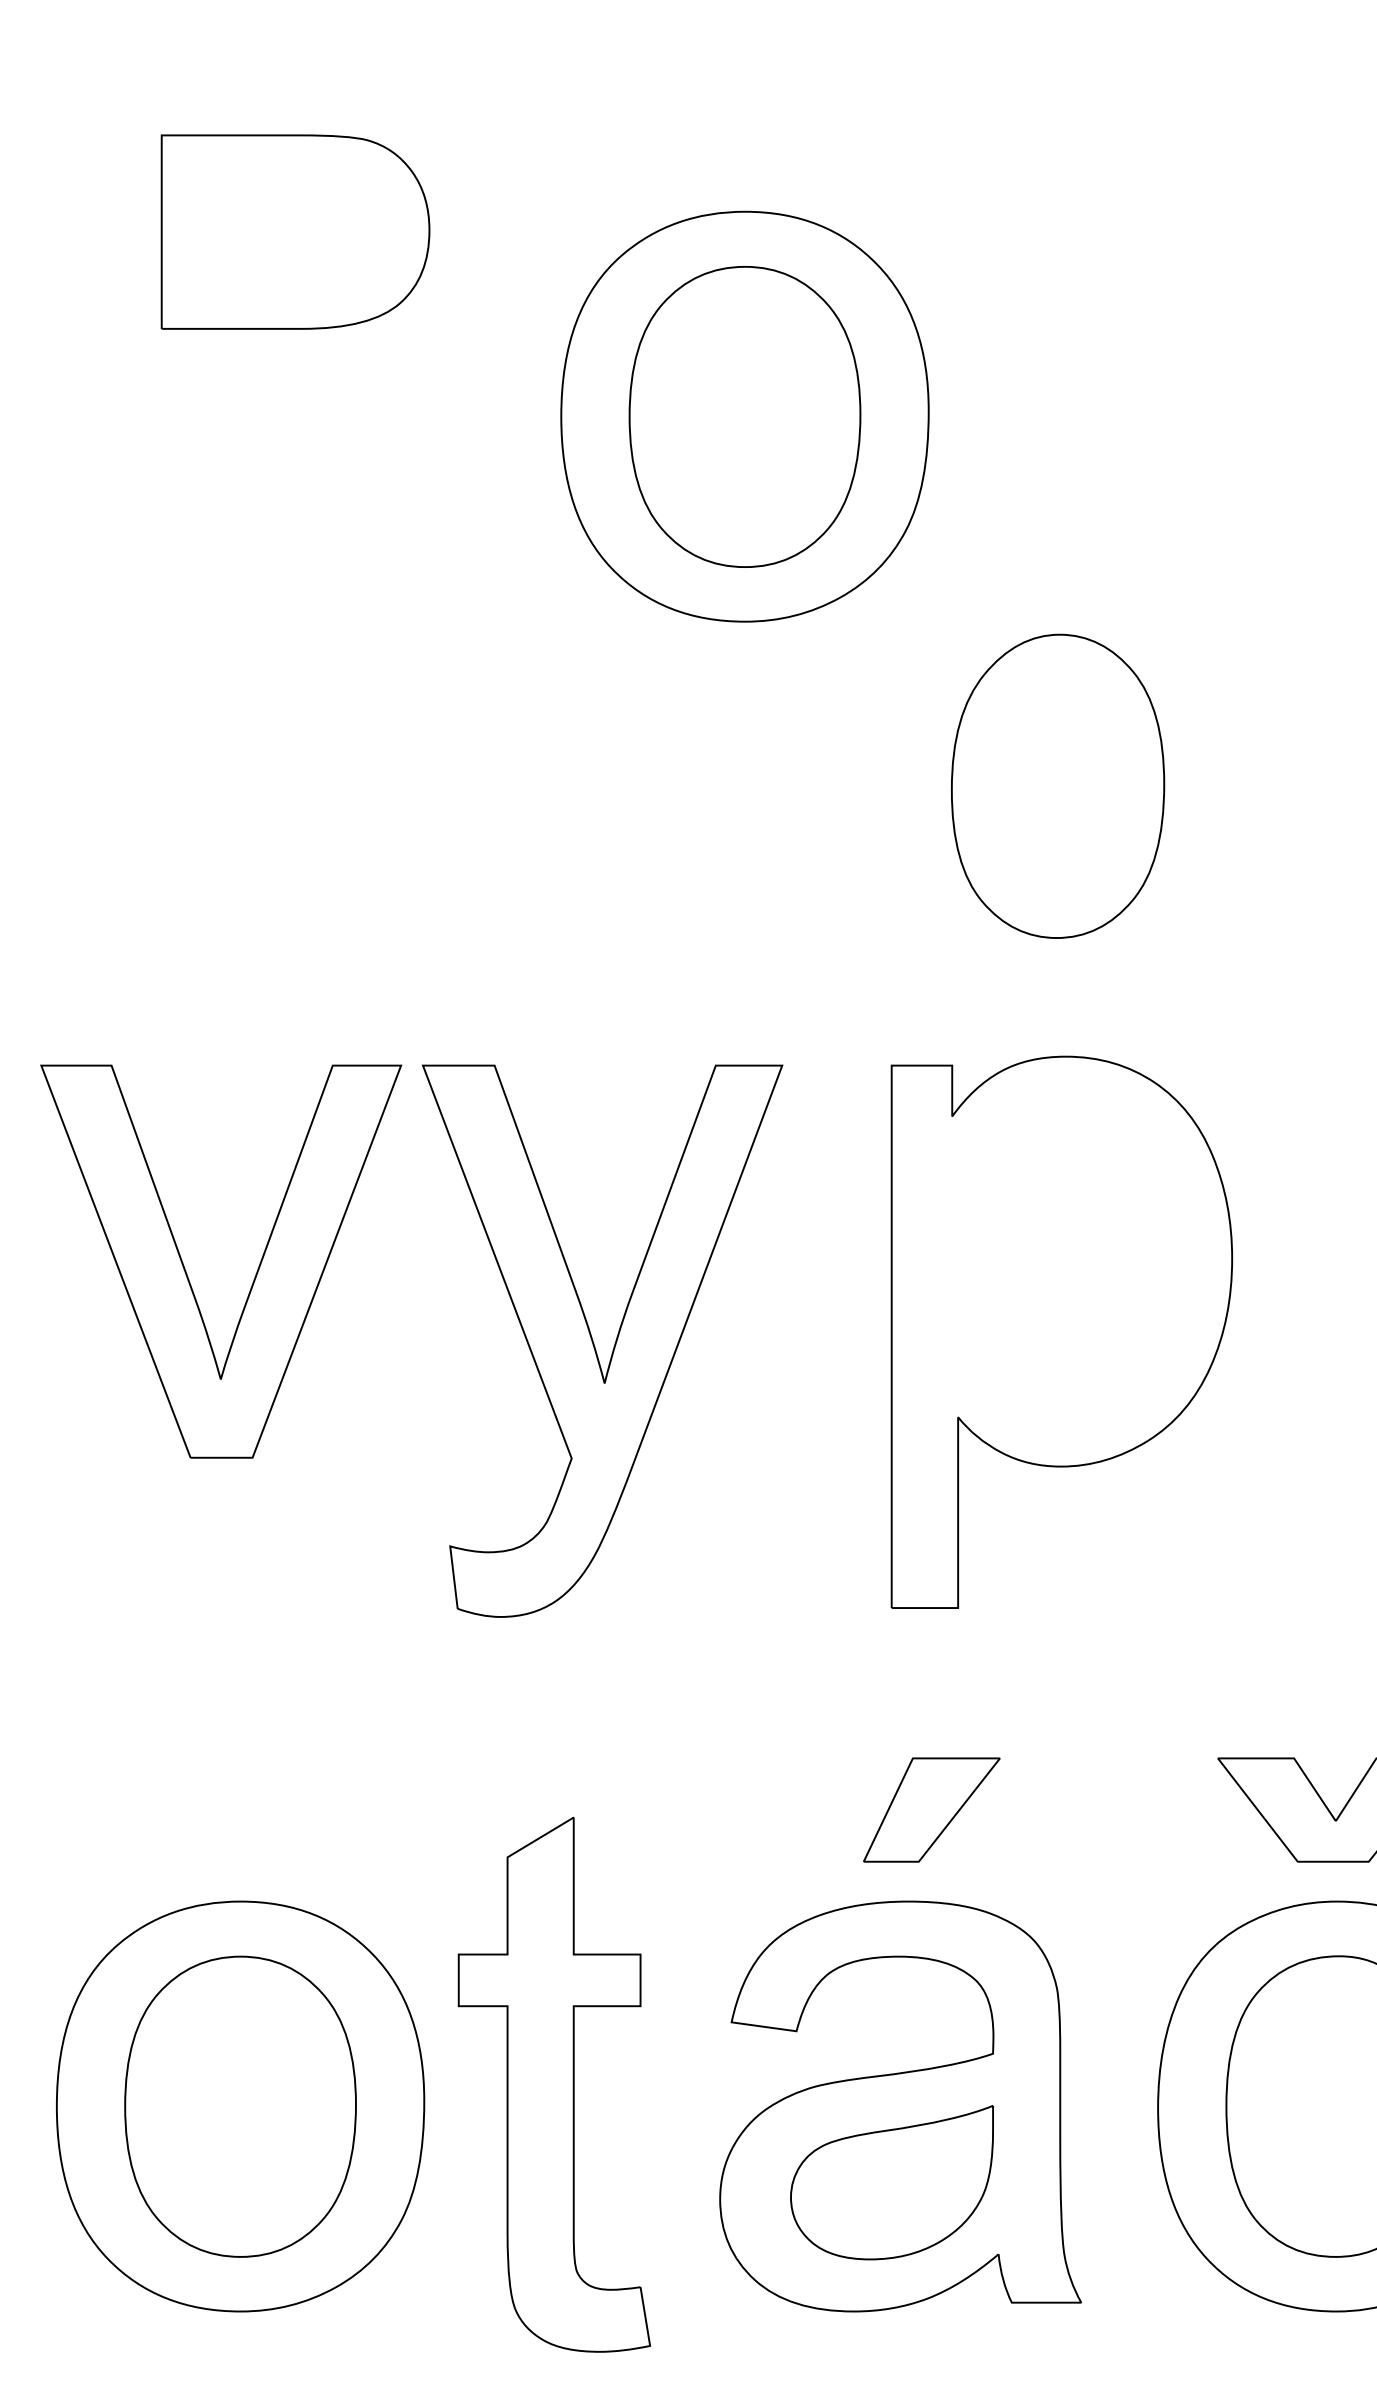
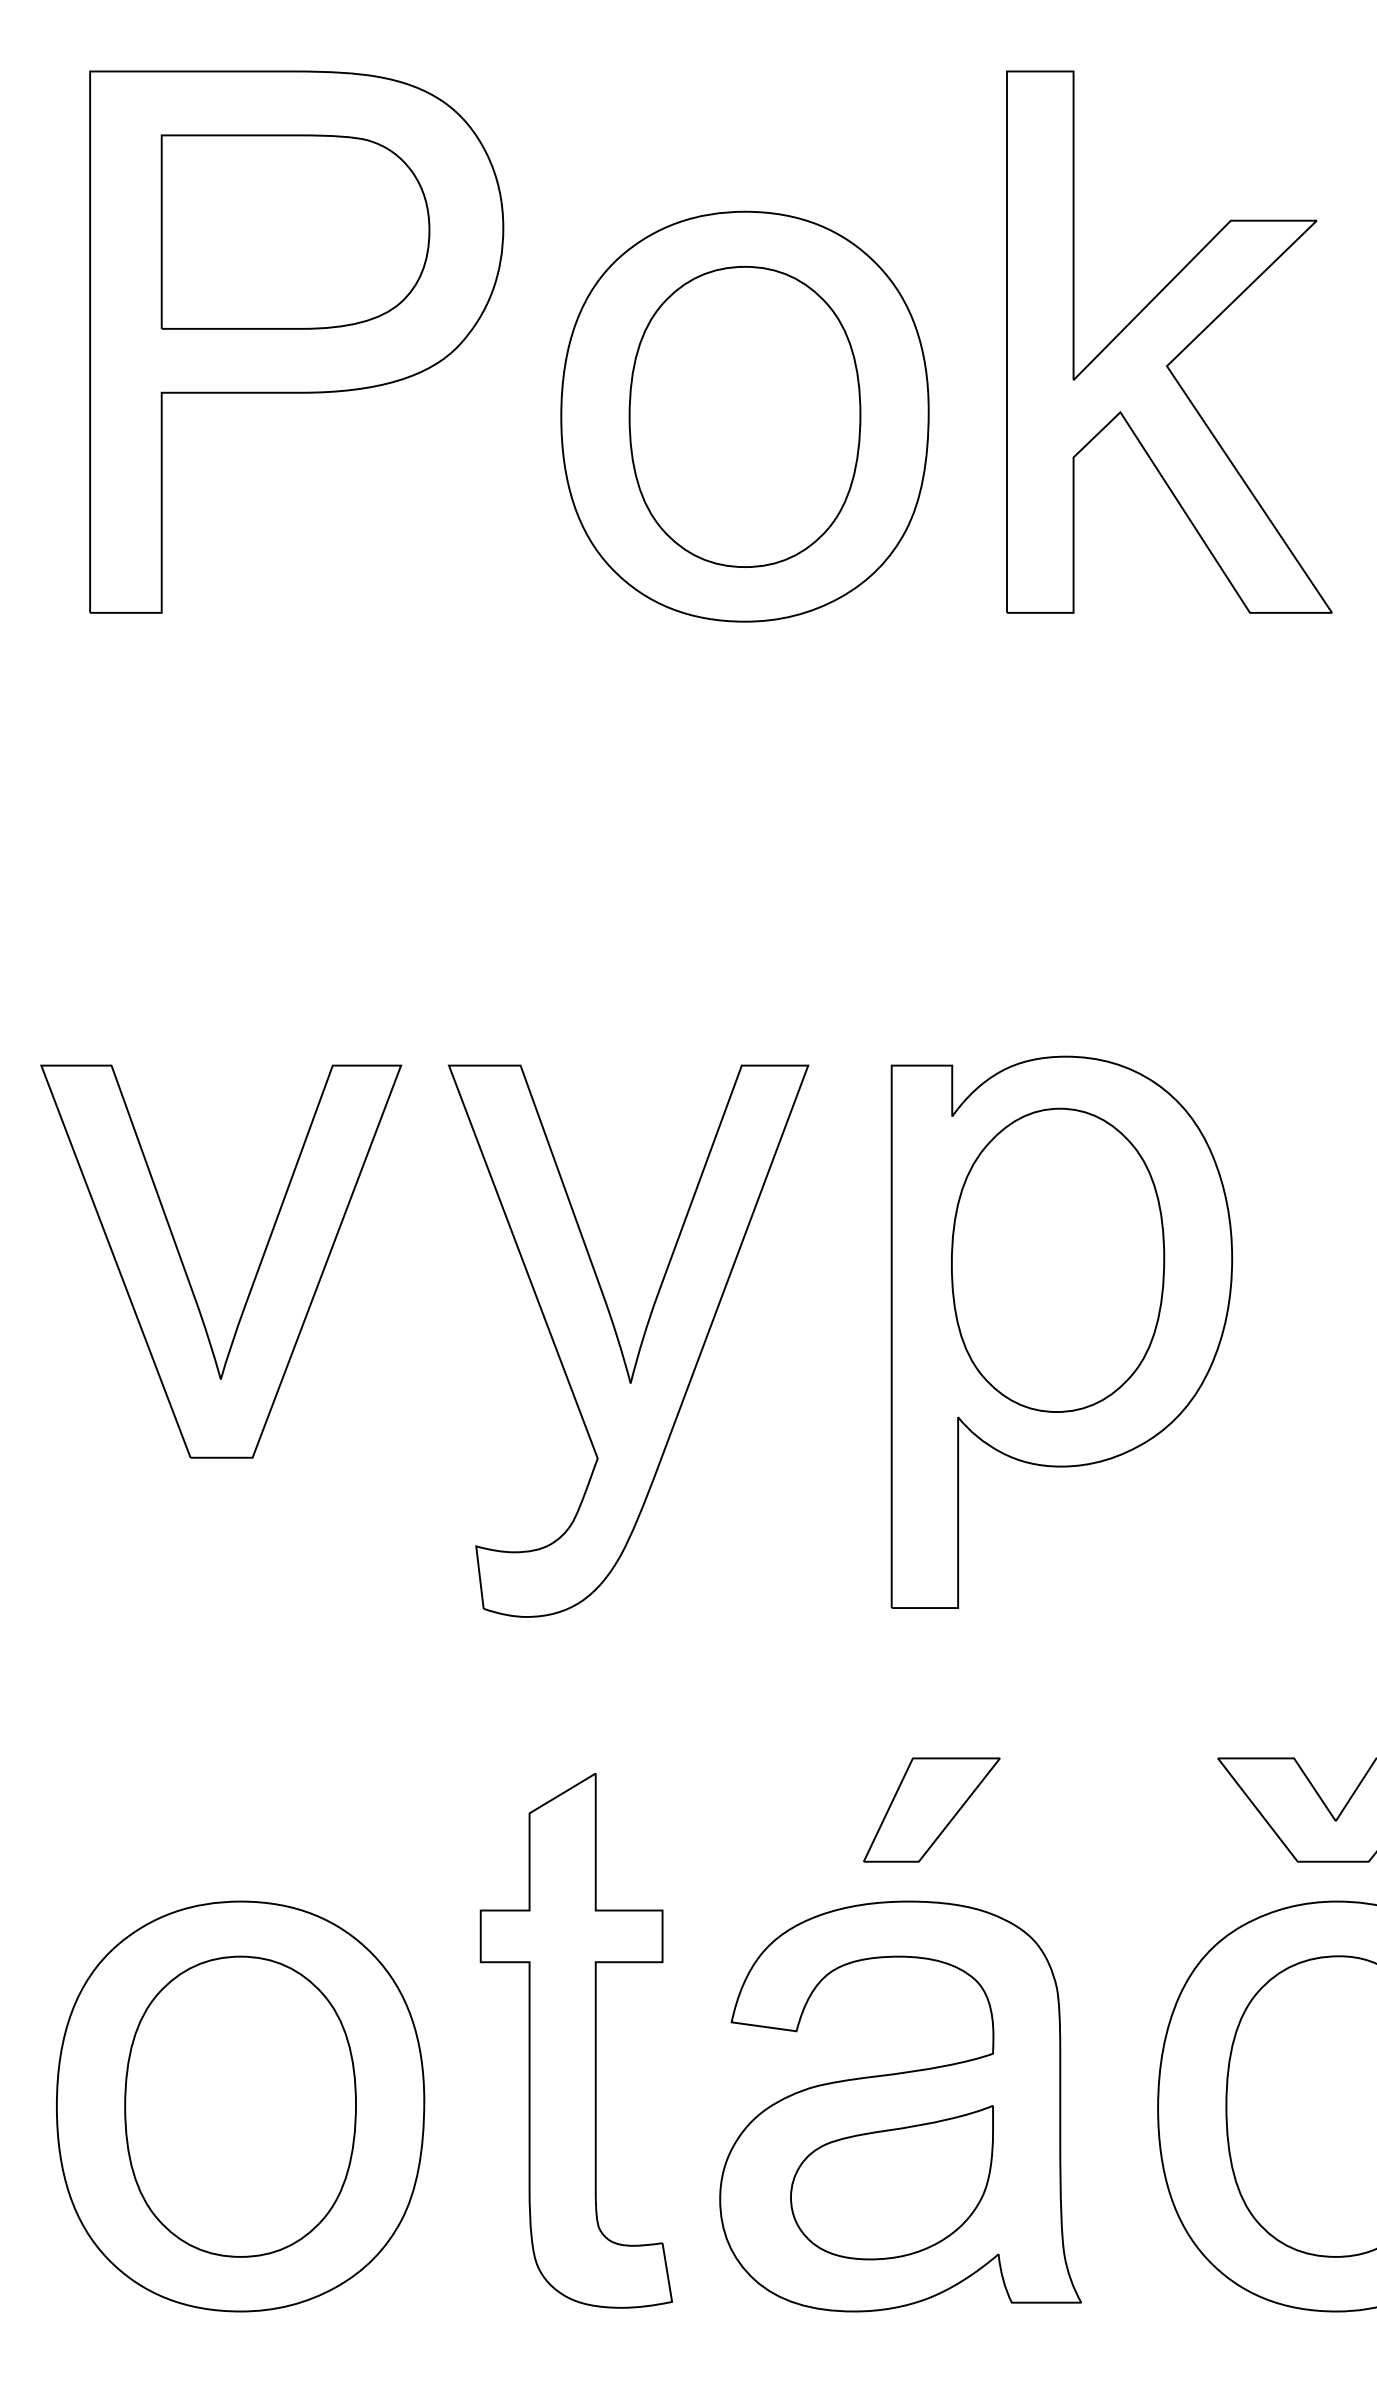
part at (296, 341): none -> present
part at (1169, 341): none -> present
part at (1058, 785) position: (1058, 785) -> (1058, 1259)
part at (594, 1343) position: (594, 1343) -> (620, 1343)
part at (554, 2084) position: (554, 2084) -> (576, 2040)
